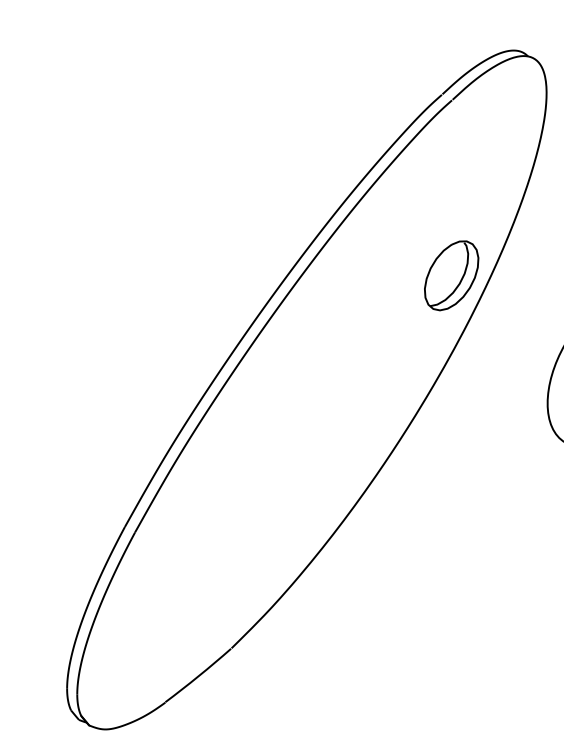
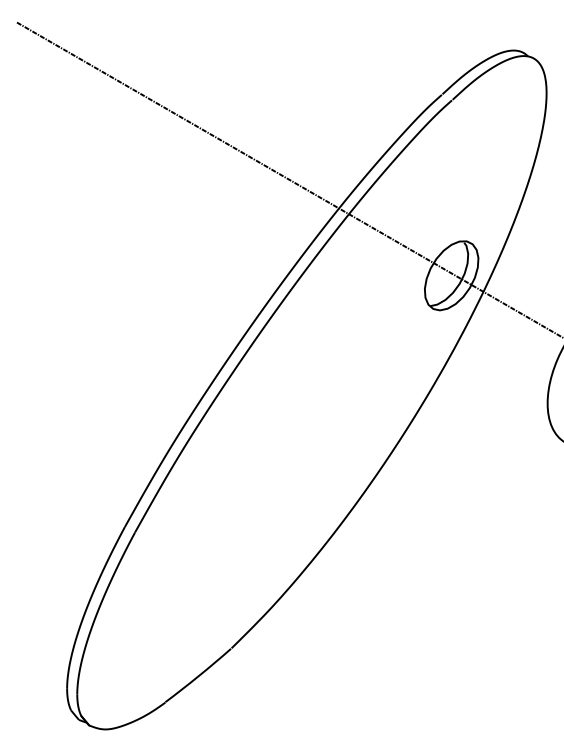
line at (288, 179): none -> present
